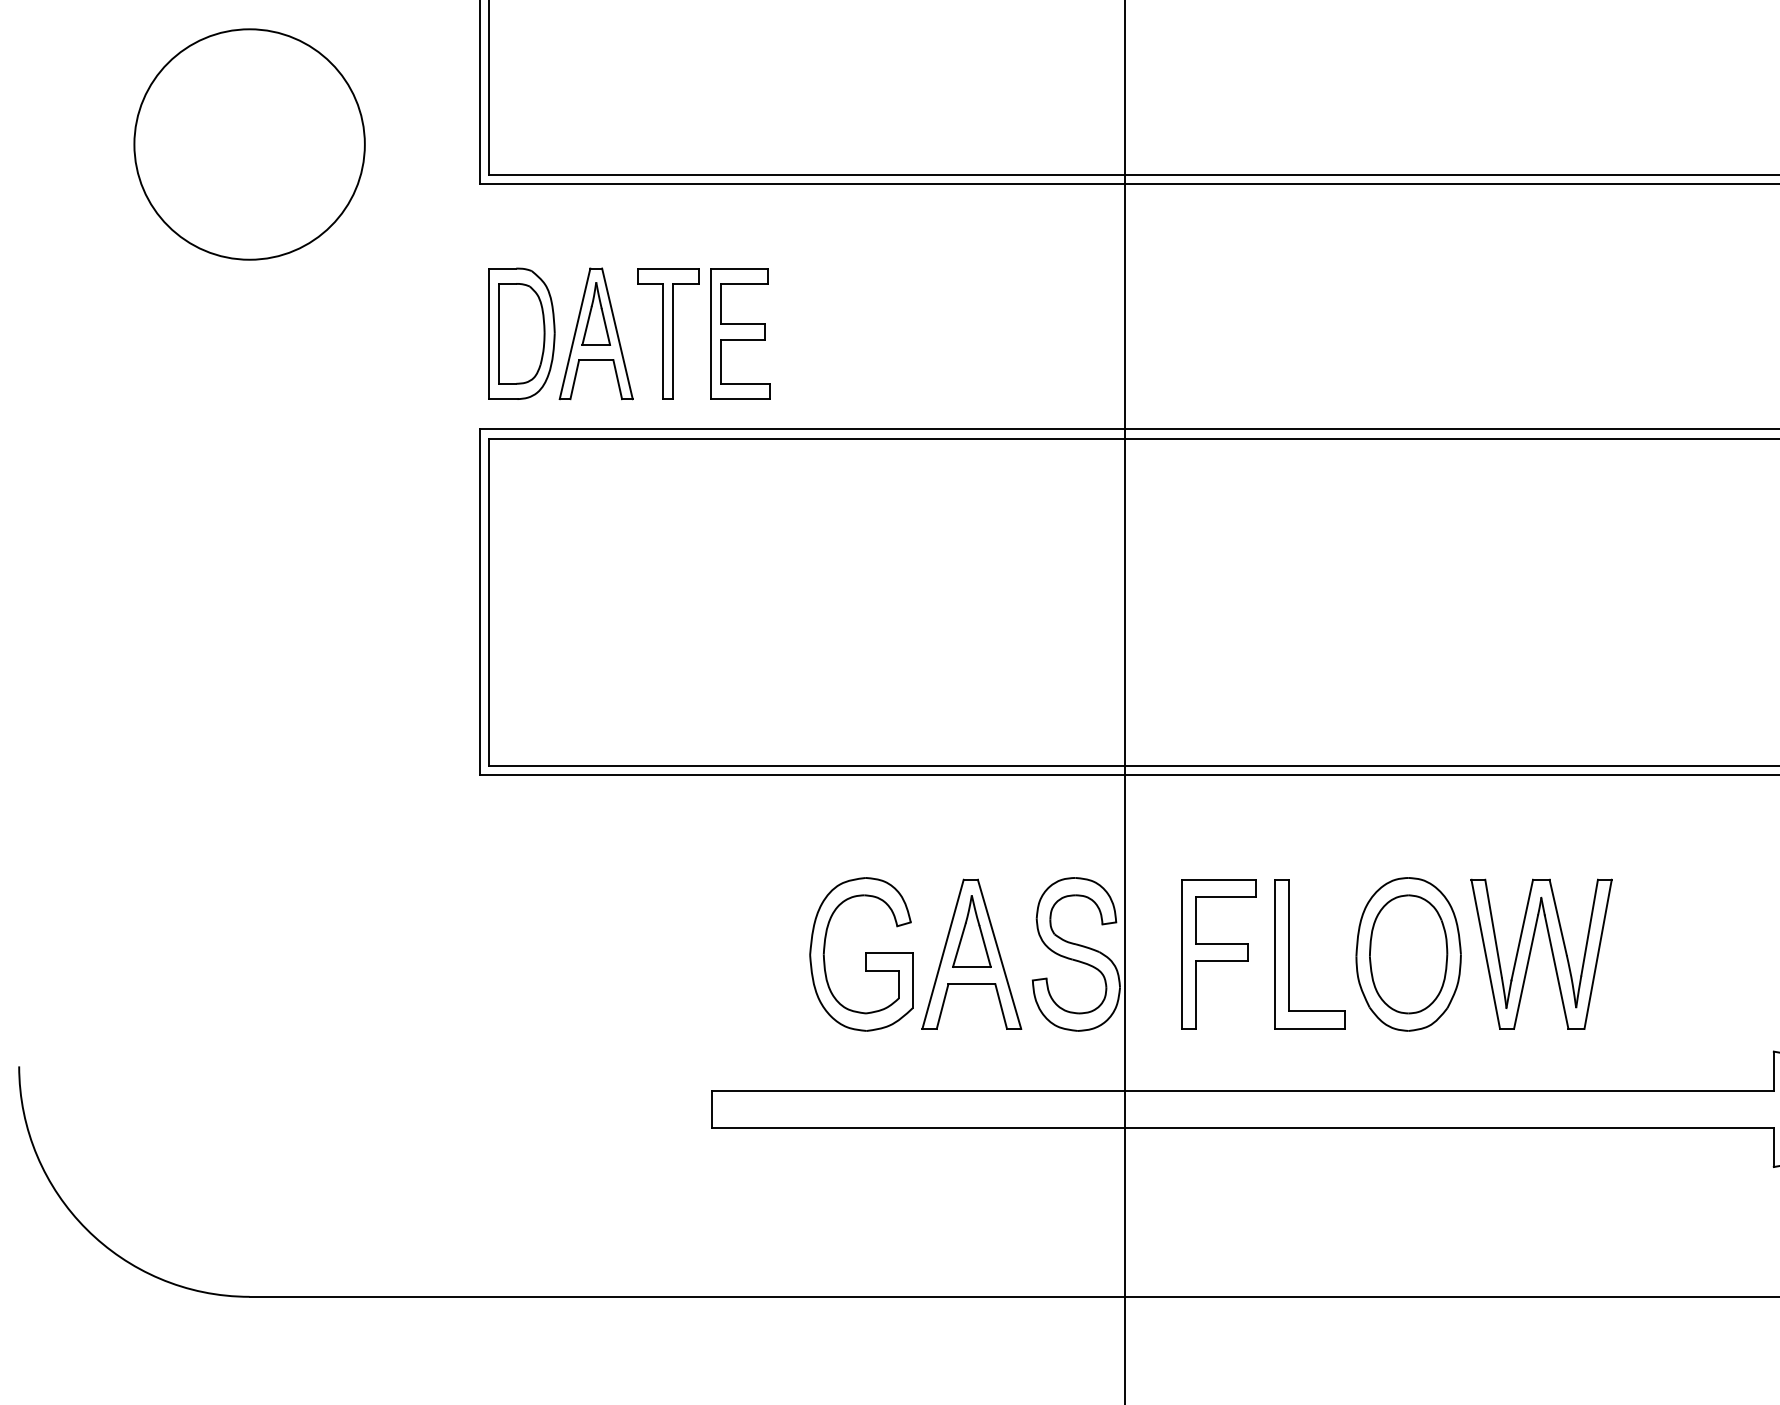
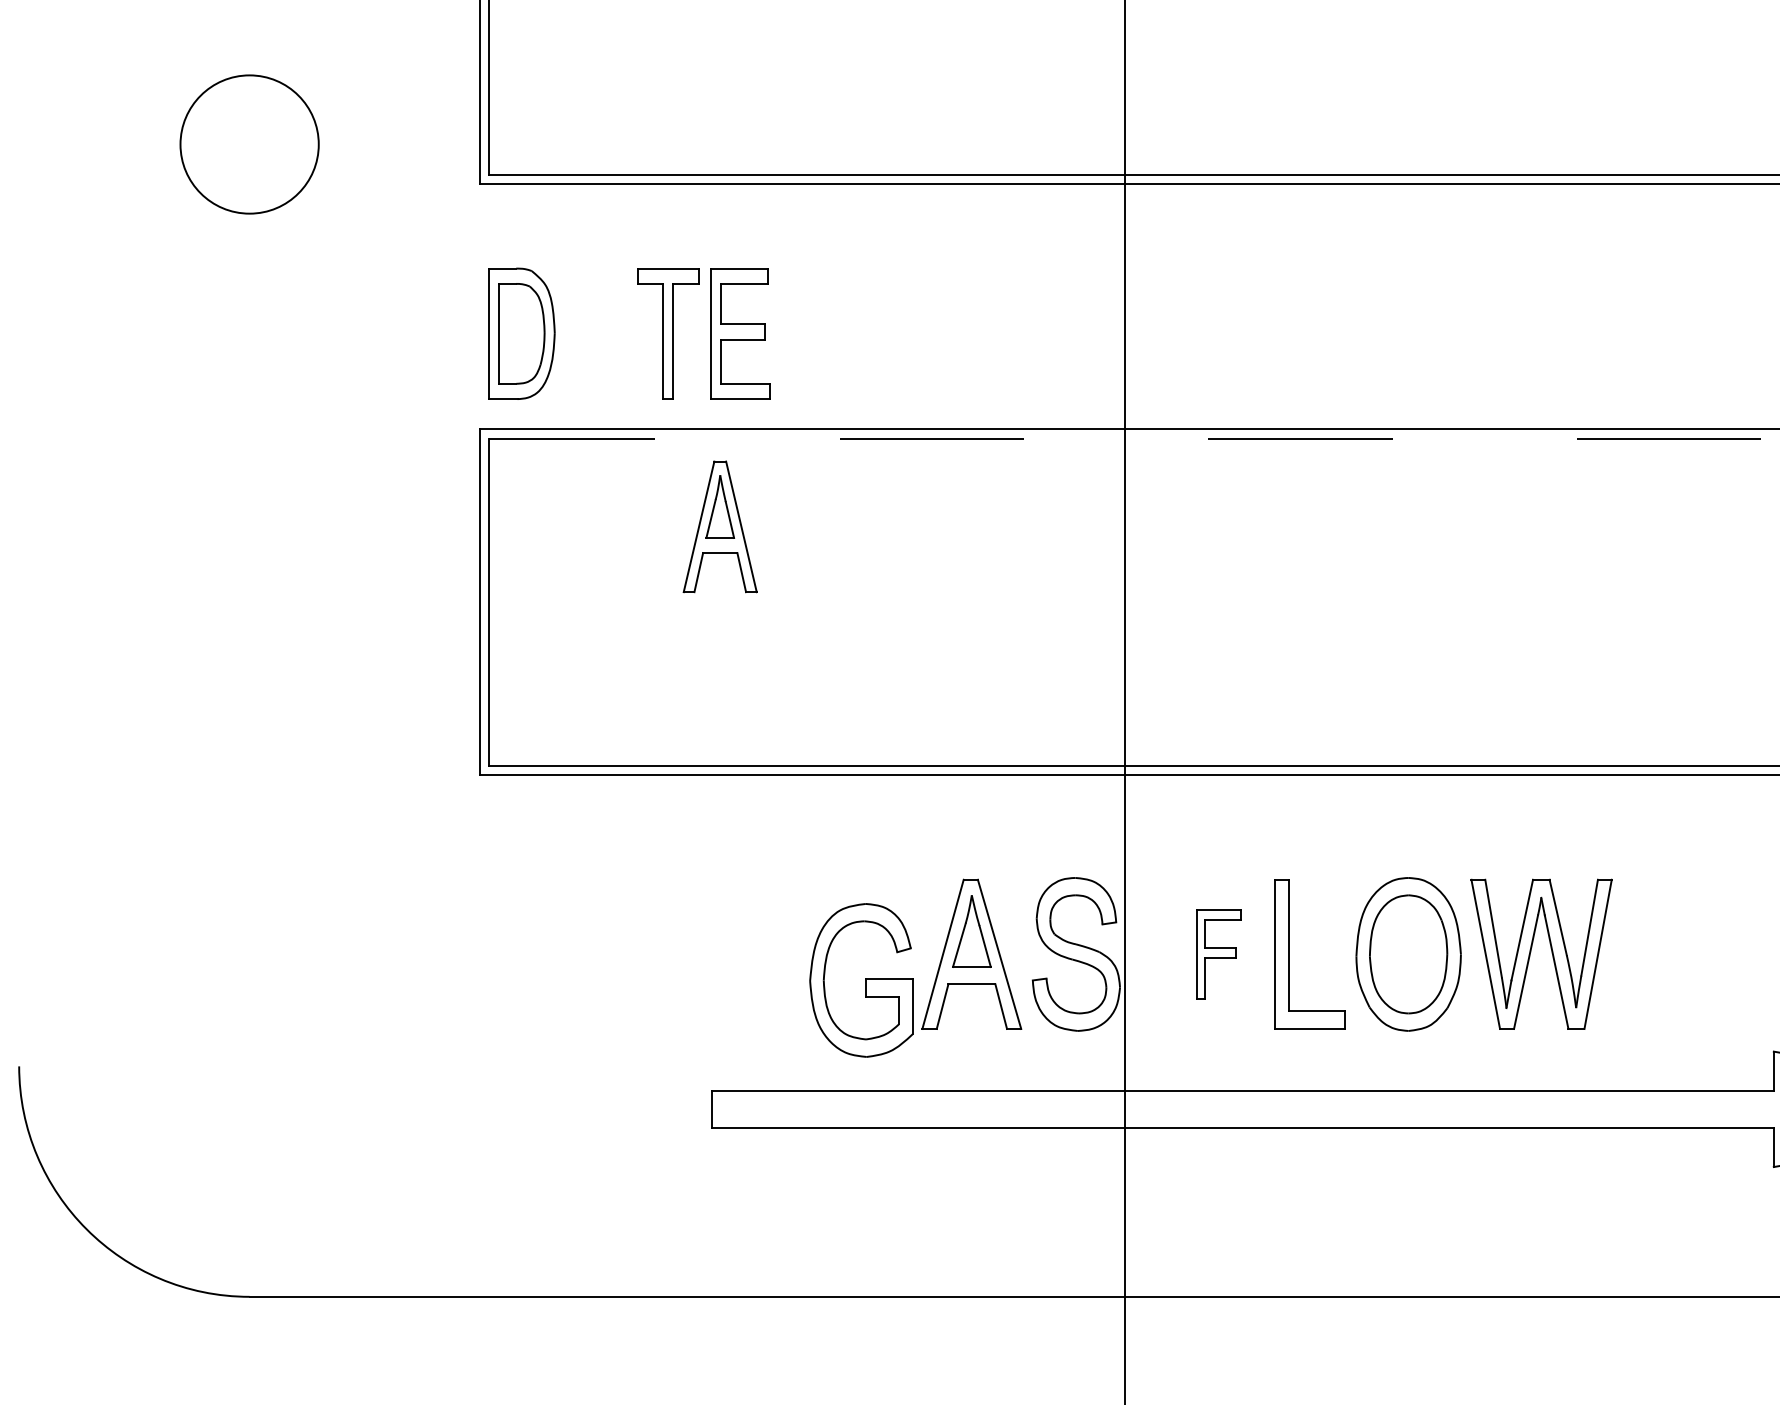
circle at (249, 144) diameter: 230 px -> 138 px
part at (595, 333) position: (595, 333) -> (719, 526)
line at (1134, 438): solid -> dashed
part at (861, 954) position: (861, 954) -> (861, 980)
part at (1218, 954) size: 76x151 px -> 46x91 px
